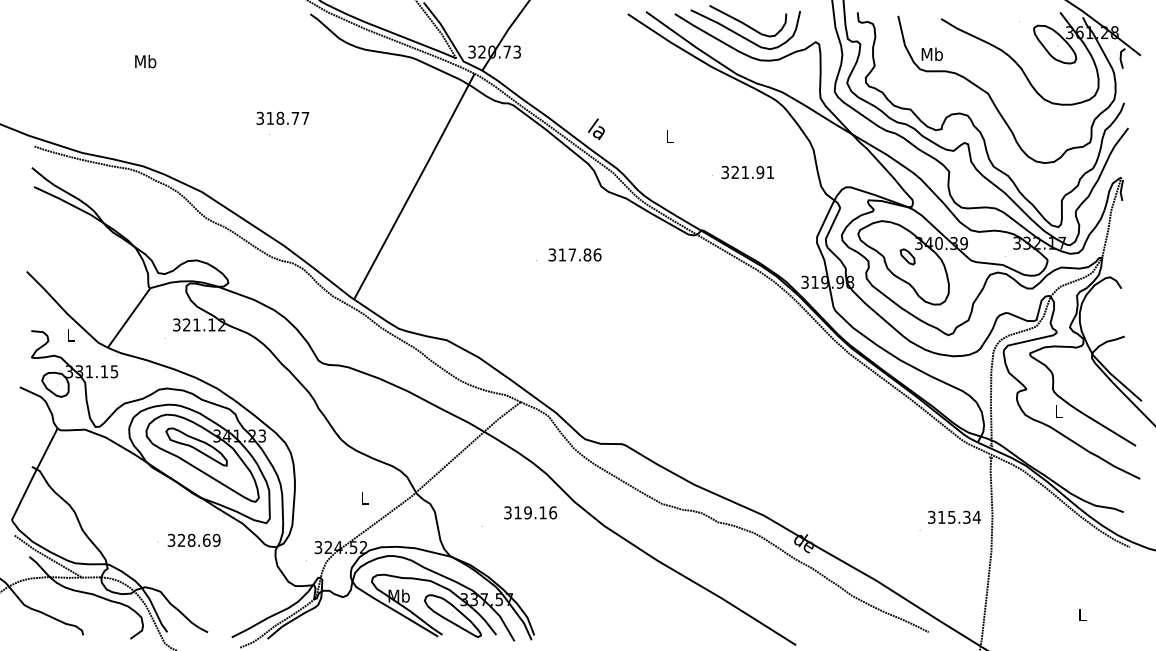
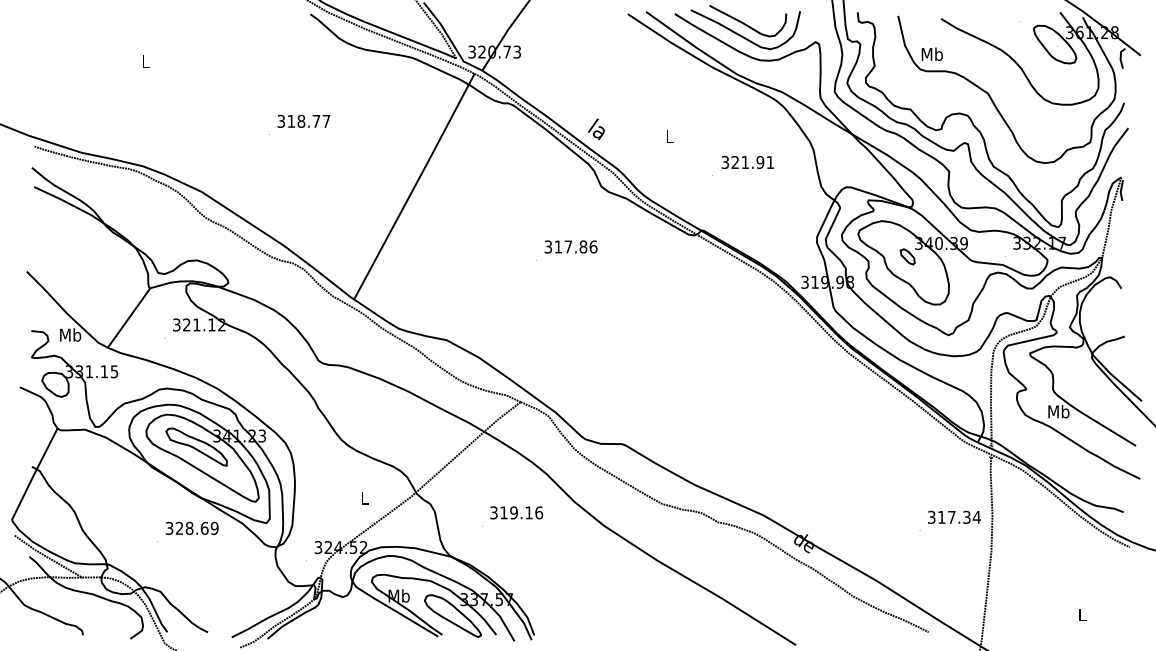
text at (145, 61): Mb -> L
text at (282, 117) position: (282, 117) -> (303, 120)
text at (747, 172) position: (747, 172) -> (747, 162)
text at (574, 254) position: (574, 254) -> (570, 246)
text at (70, 334): L -> Mb
text at (1058, 411): L -> Mb
text at (530, 512) position: (530, 512) -> (516, 512)
text at (951, 517): 315.34 -> 317.34
text at (193, 539) position: (193, 539) -> (191, 527)
